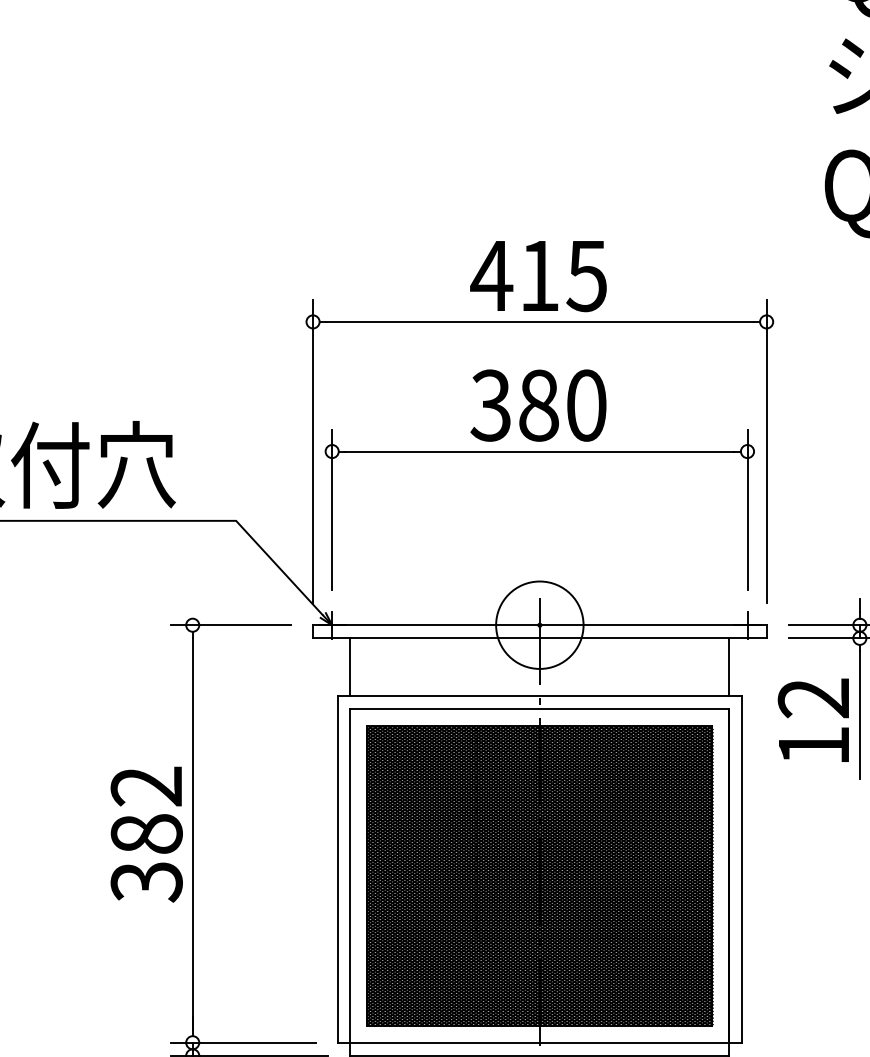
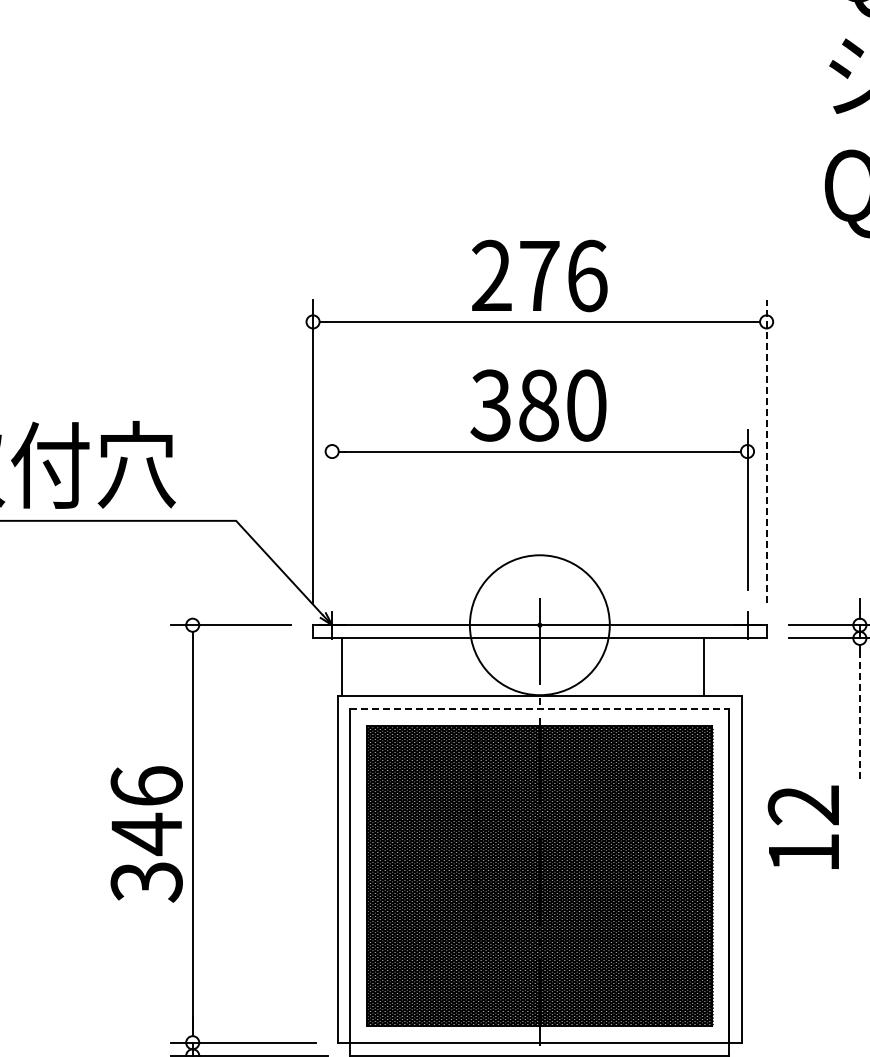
text at (538, 275): 415 -> 276
line at (766, 451): solid -> dashed
line at (332, 509): present -> none
circle at (539, 624) diameter: 87 px -> 140 px
line at (350, 667) position: (350, 667) -> (342, 667)
line at (729, 667) position: (729, 667) -> (704, 667)
line at (539, 709): solid -> dashed
line at (859, 715): solid -> dashed
text at (812, 719) position: (812, 719) -> (802, 826)
text at (146, 811): 382 -> 346
